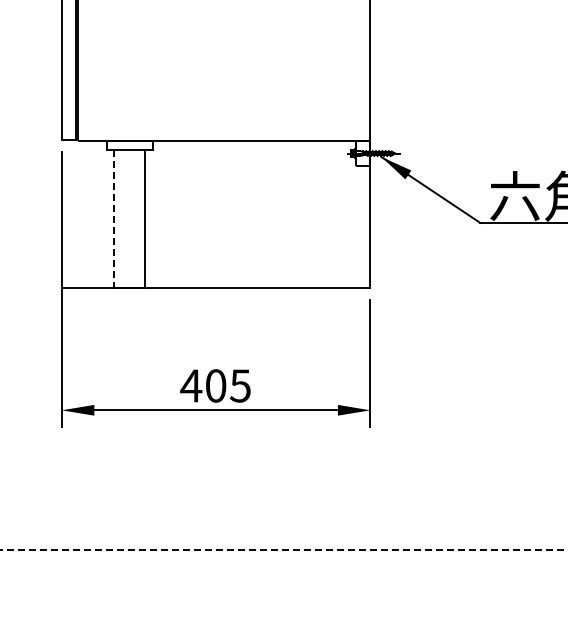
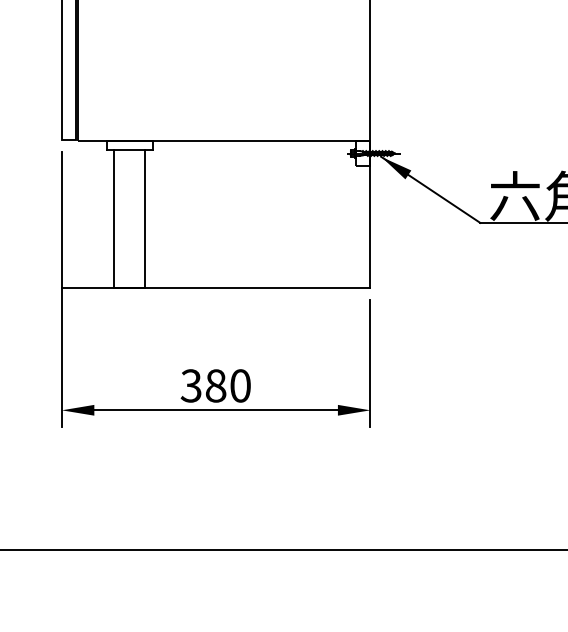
line at (114, 219): dashed -> solid
text at (215, 385): 405 -> 380
line at (284, 549): dashed -> solid
